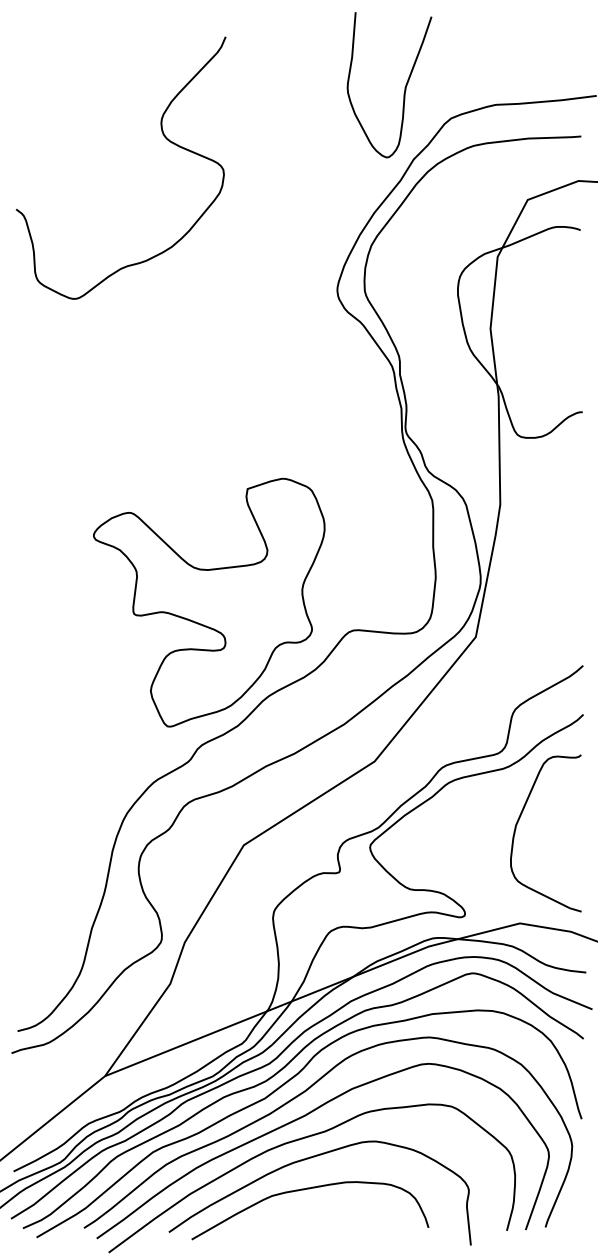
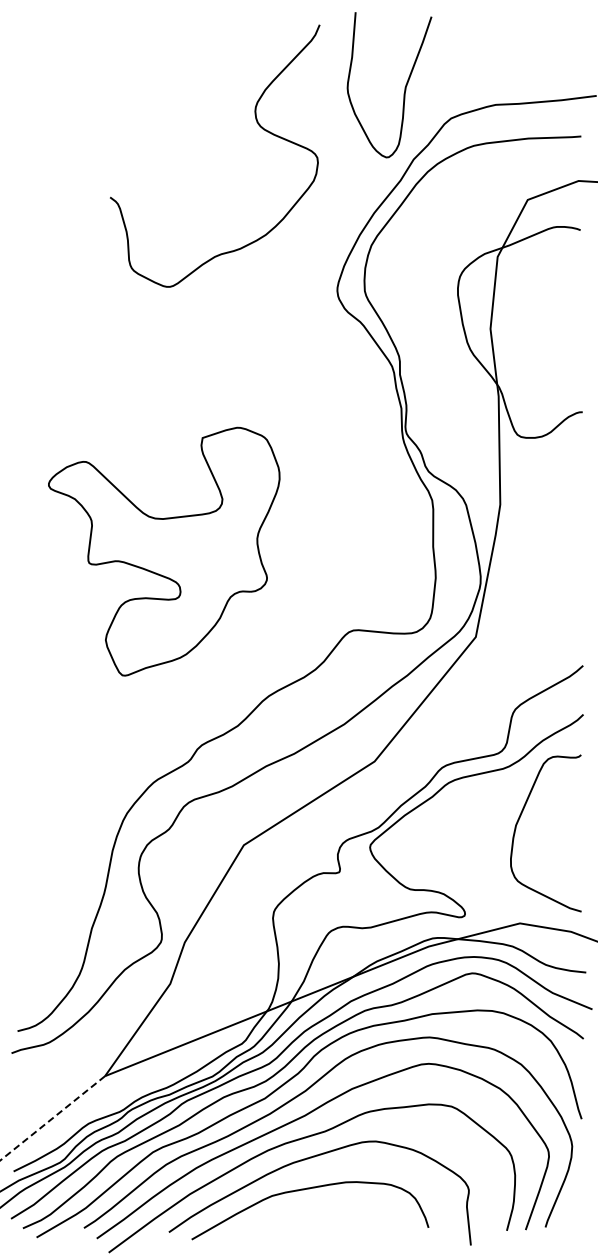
curve at (163, 136) position: (163, 136) -> (257, 124)
part at (209, 602) position: (209, 602) -> (164, 551)
line at (52, 1118): solid -> dashed
